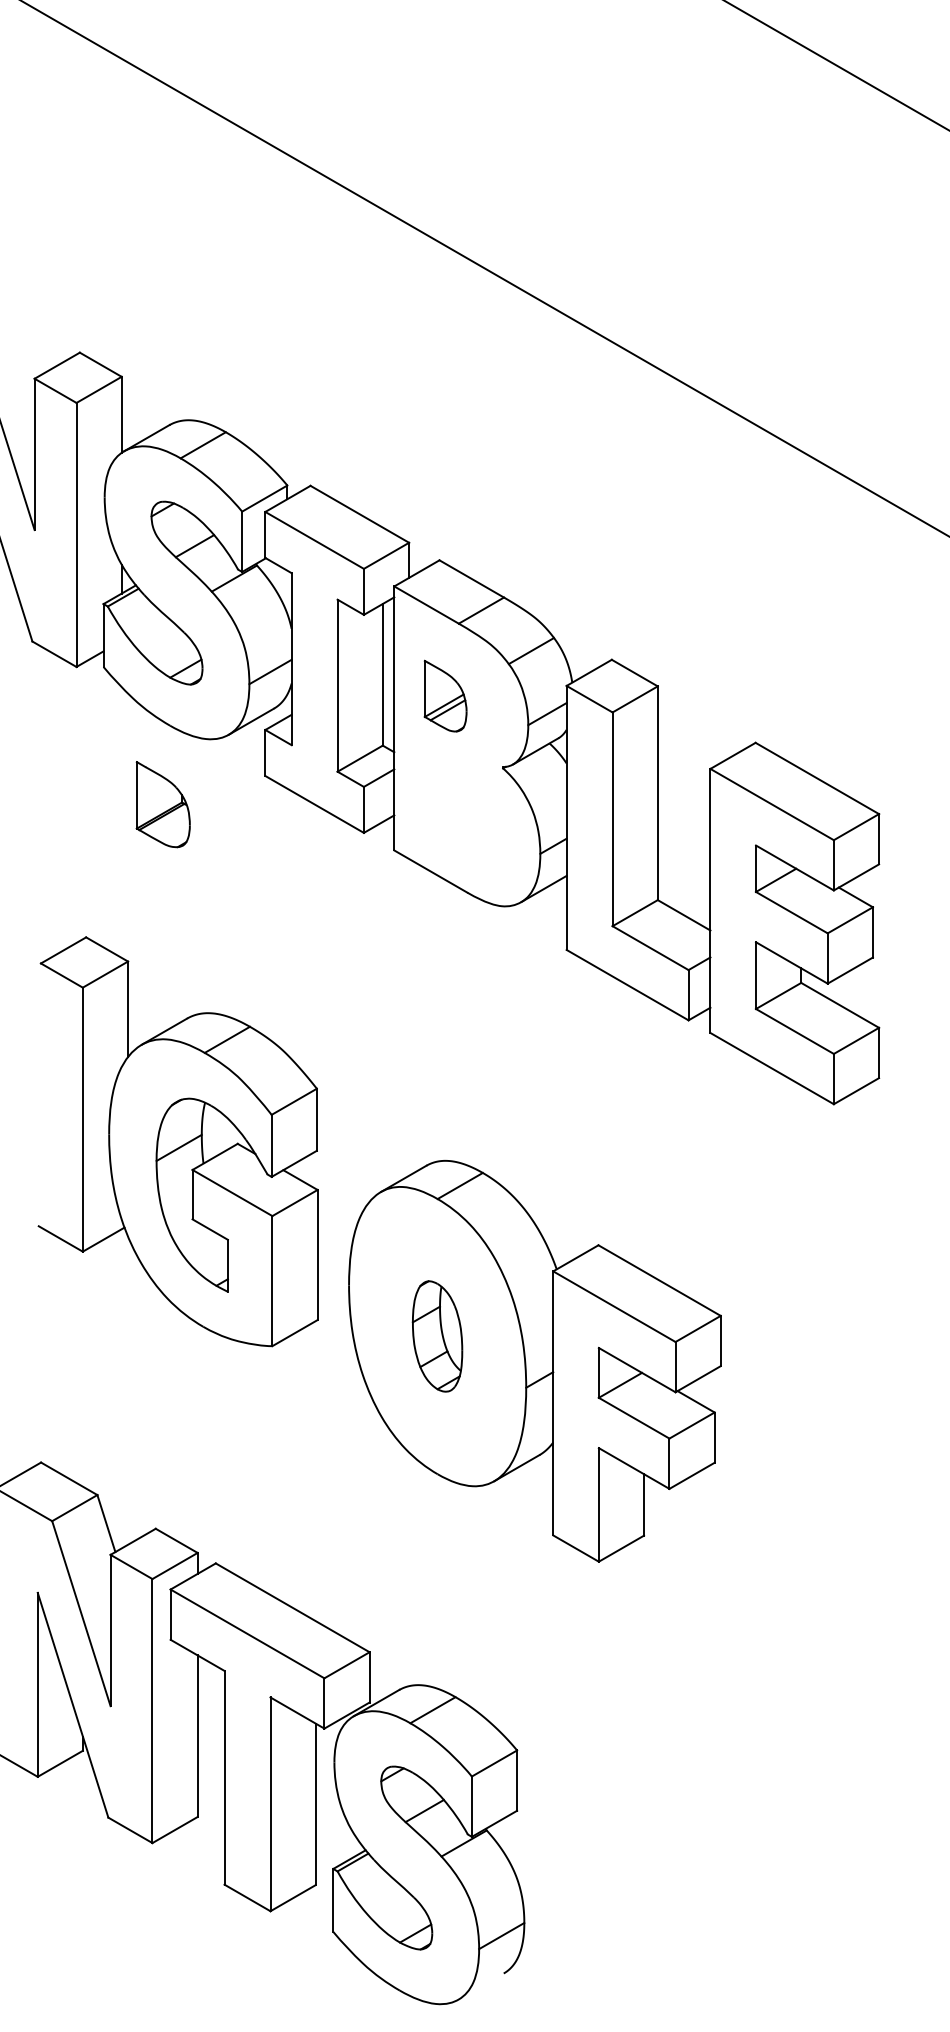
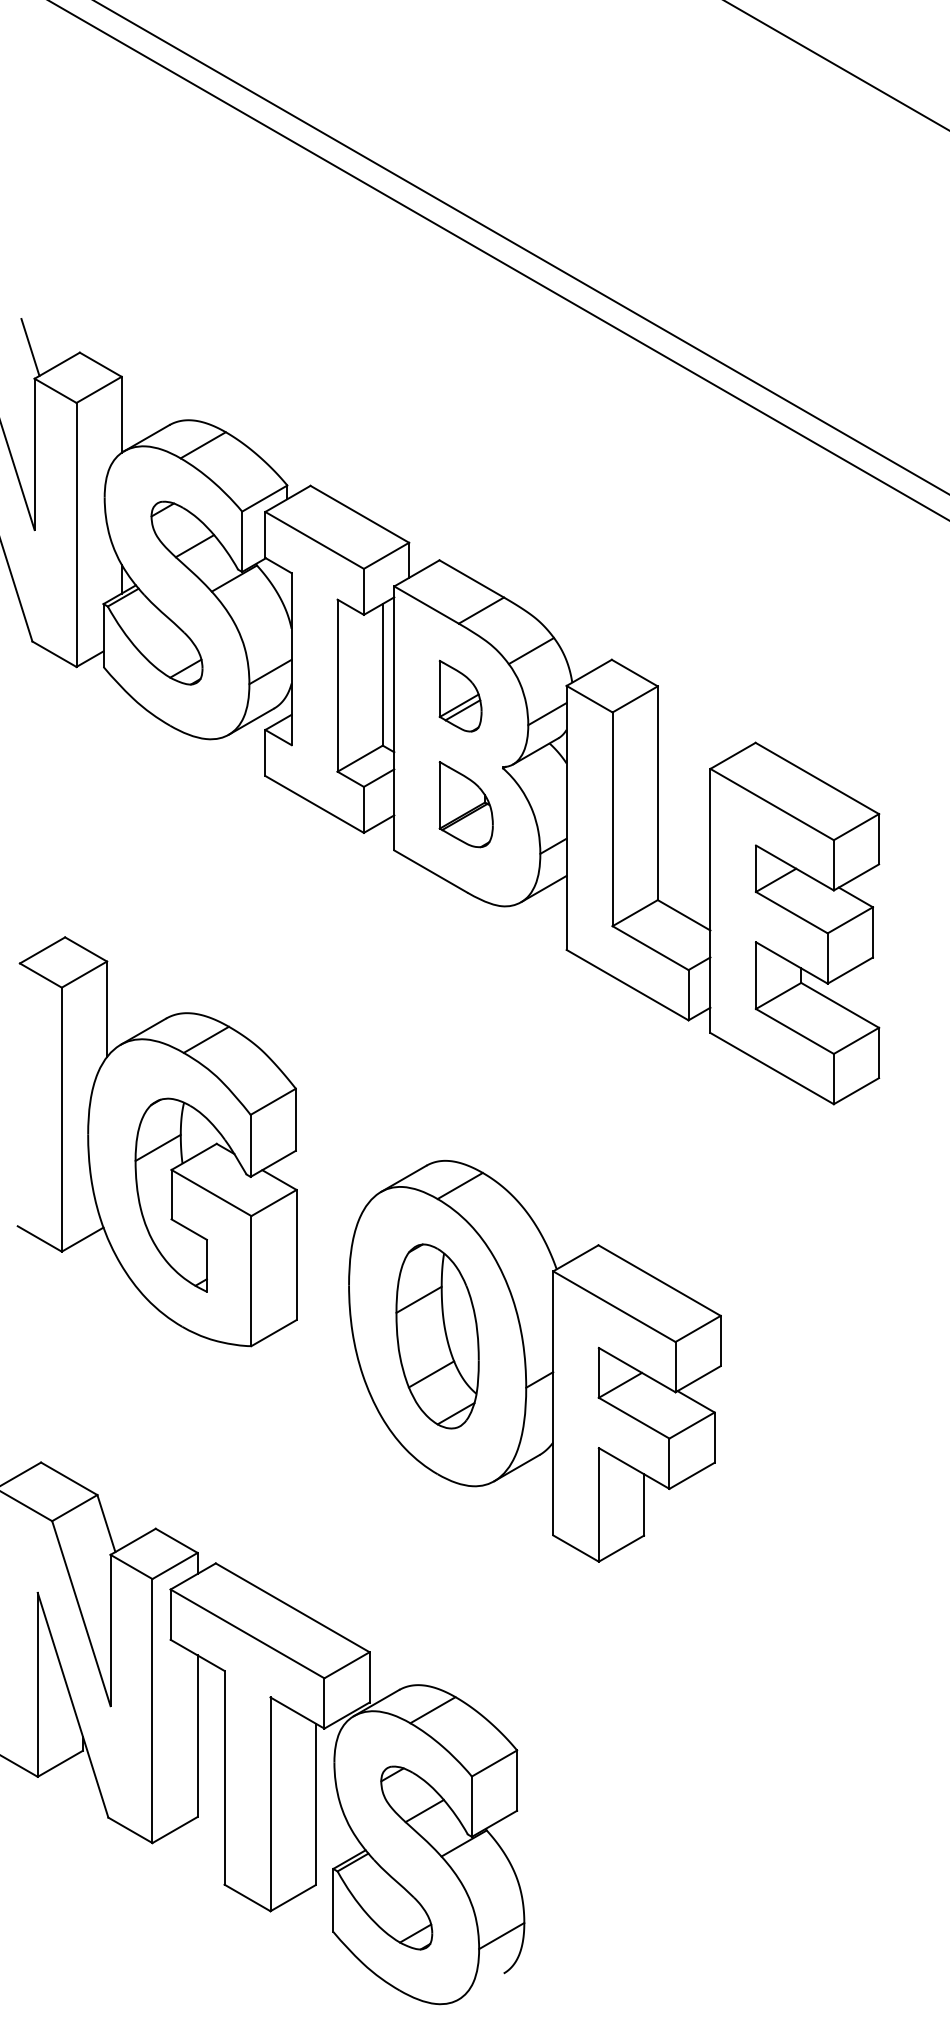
line at (521, 247): none -> present
line at (485, 268) position: (485, 268) -> (498, 260)
line at (30, 346): none -> present
part at (445, 695) position: (445, 695) -> (460, 695)
part at (162, 804) position: (162, 804) -> (465, 804)
part at (177, 1141) position: (177, 1141) -> (156, 1141)
part at (437, 1336) size: 53x113 px -> 85x187 px
